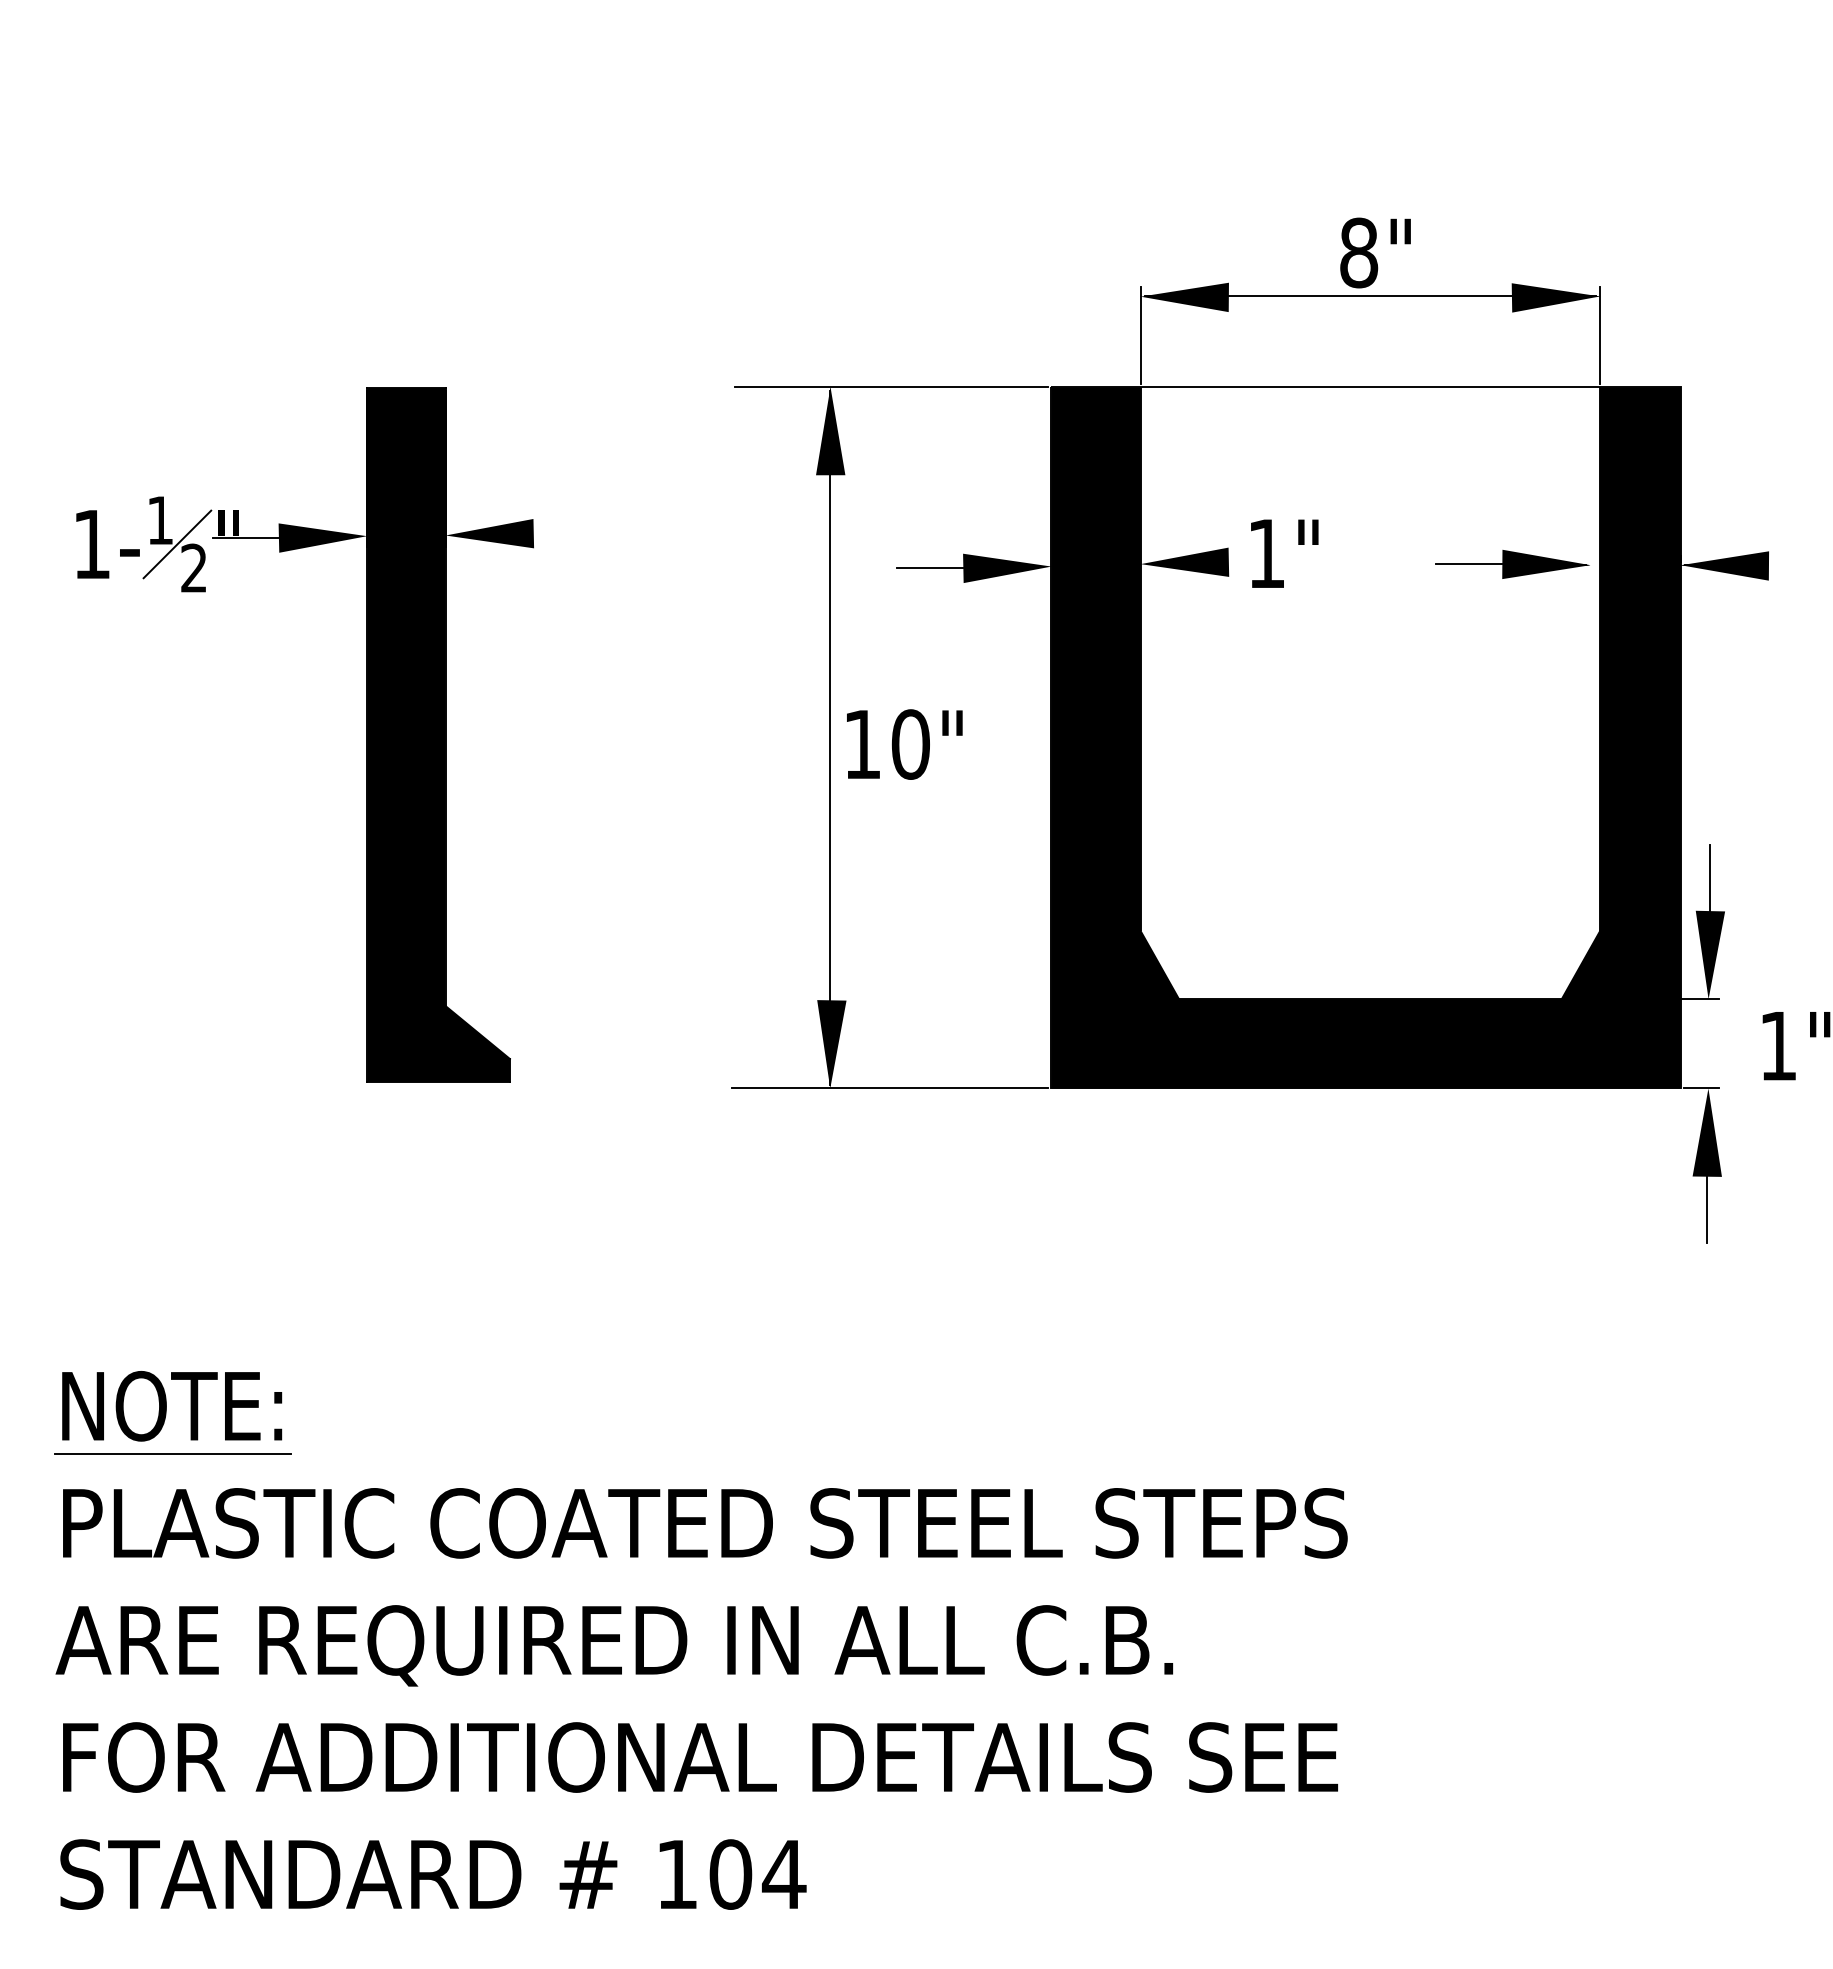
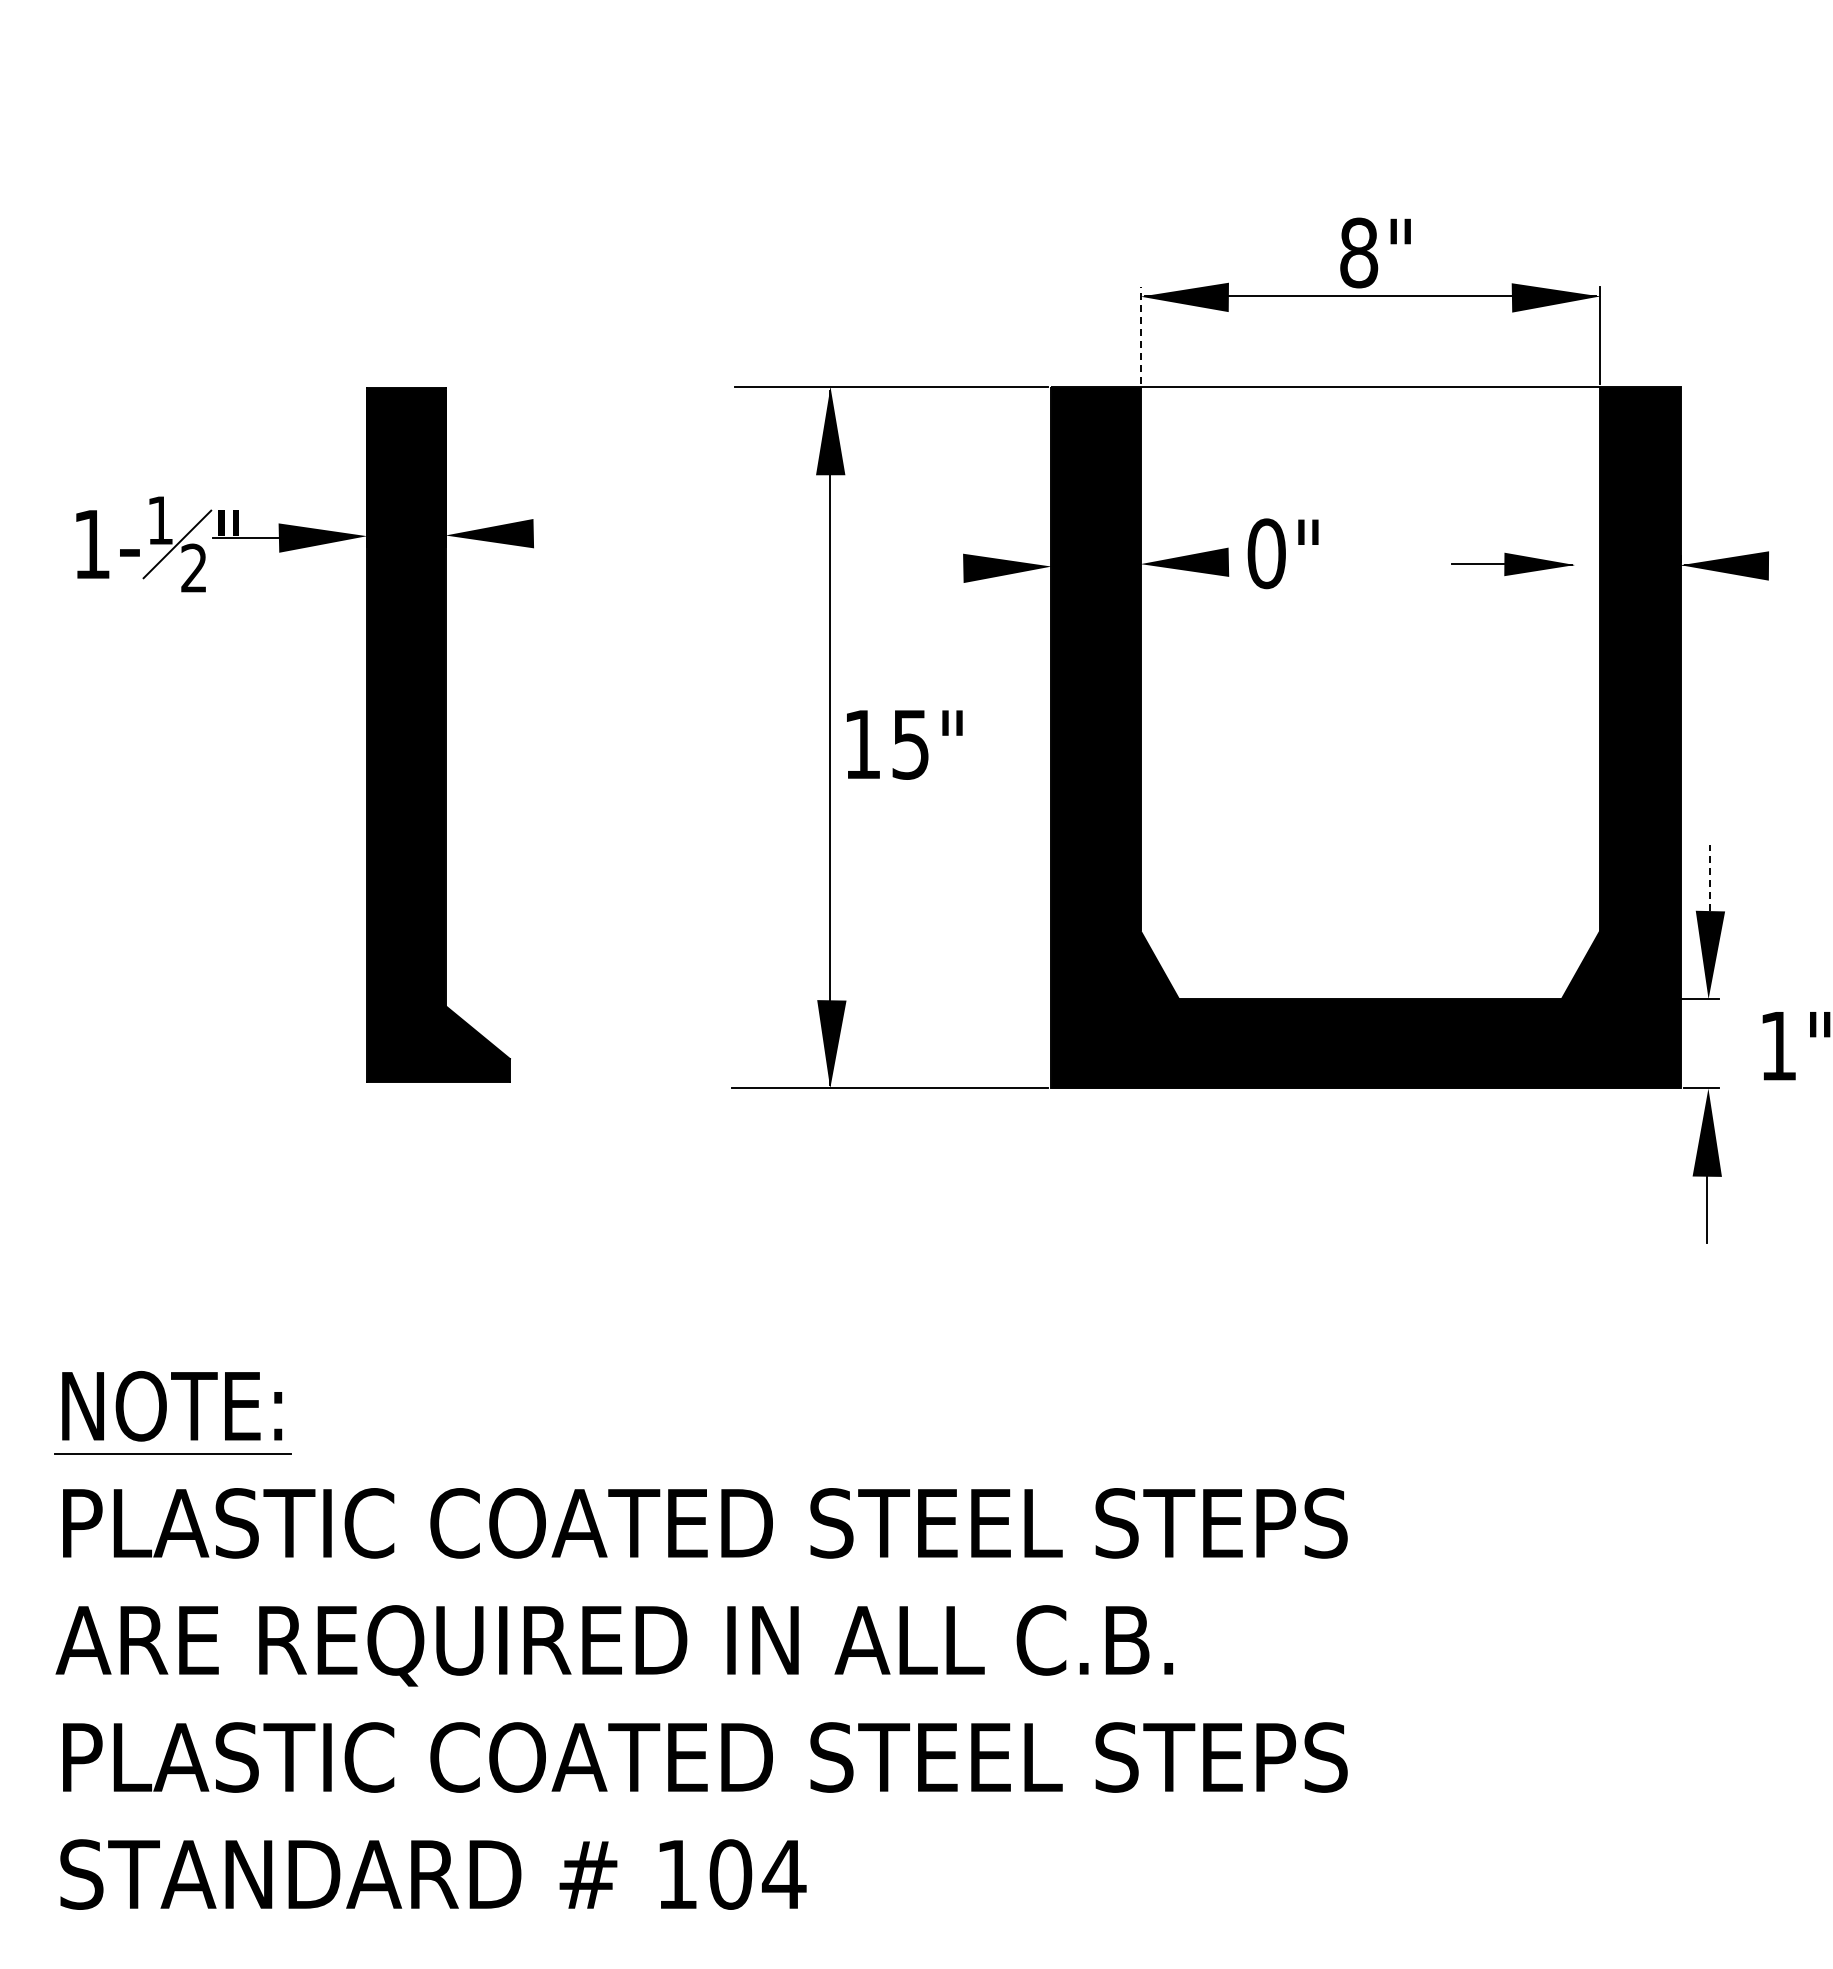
line at (1140, 335): solid -> dashed
text at (1266, 553): 1" -> 0"
part at (1512, 564) size: 155x29 px -> 124x24 px
line at (930, 568): present -> none
text at (910, 744): 10" -> 15"
line at (1710, 878): solid -> dashed
text at (709, 1757): FOR ADDITIONAL DETAILS SEE -> PLASTIC COATED STEEL STEPS
